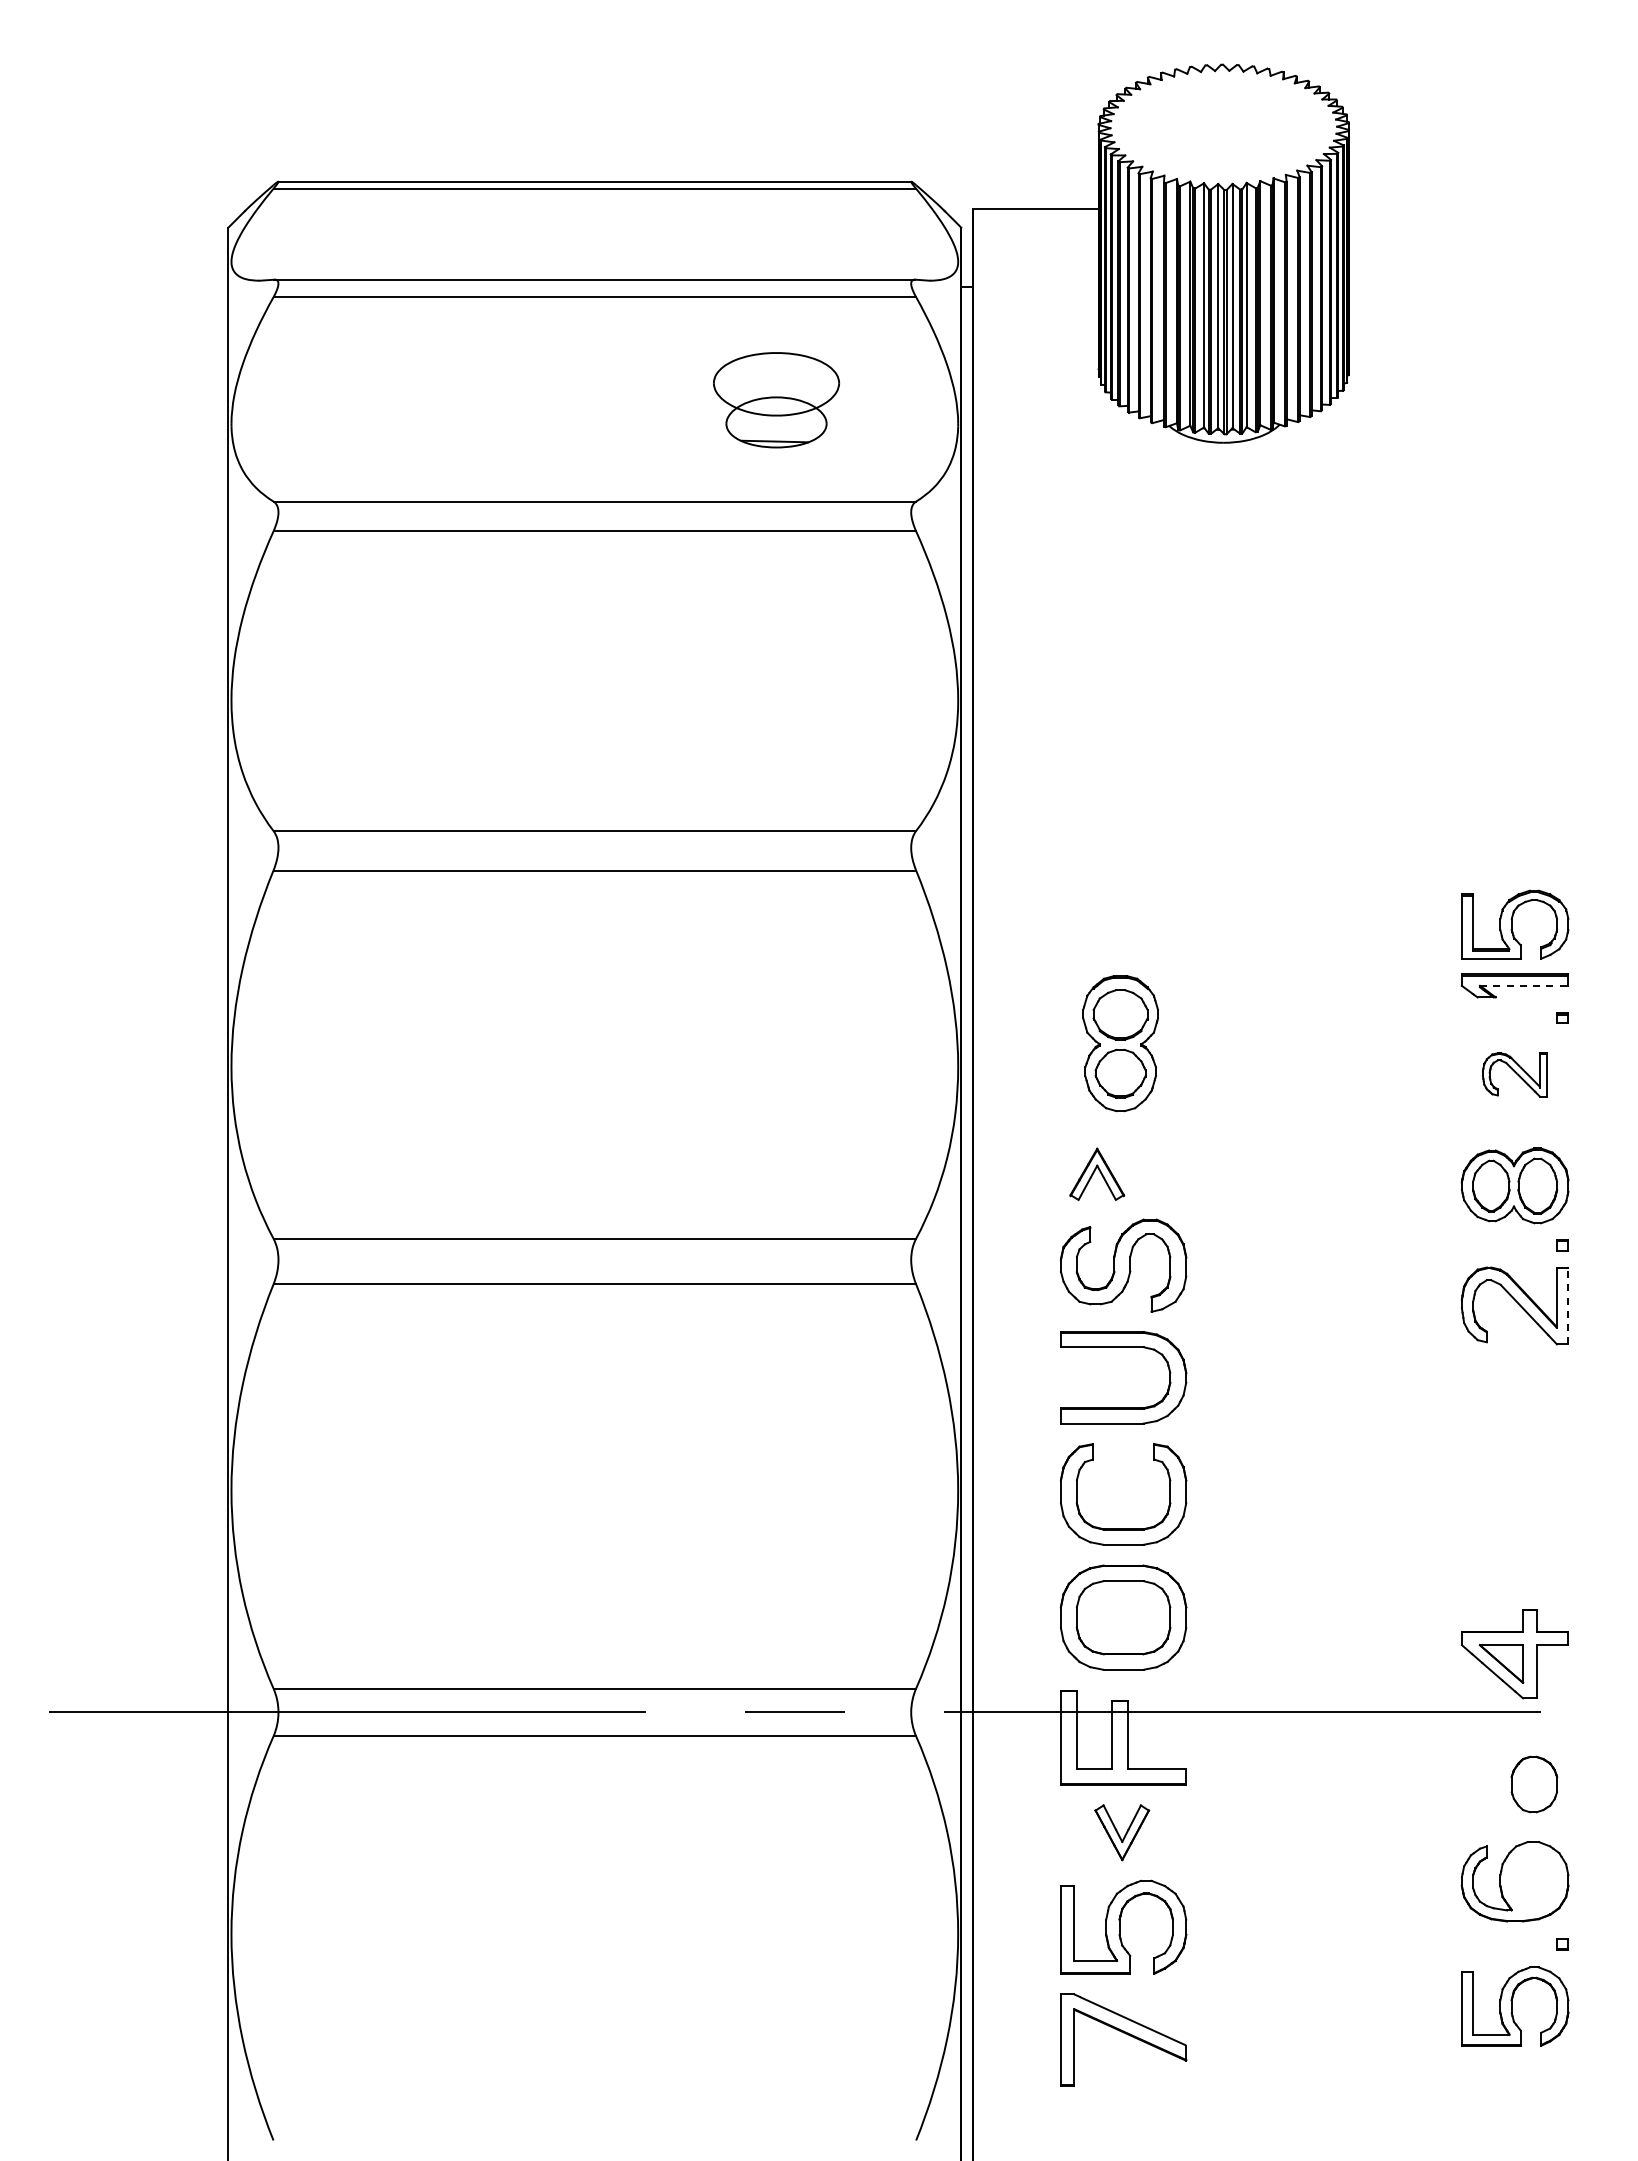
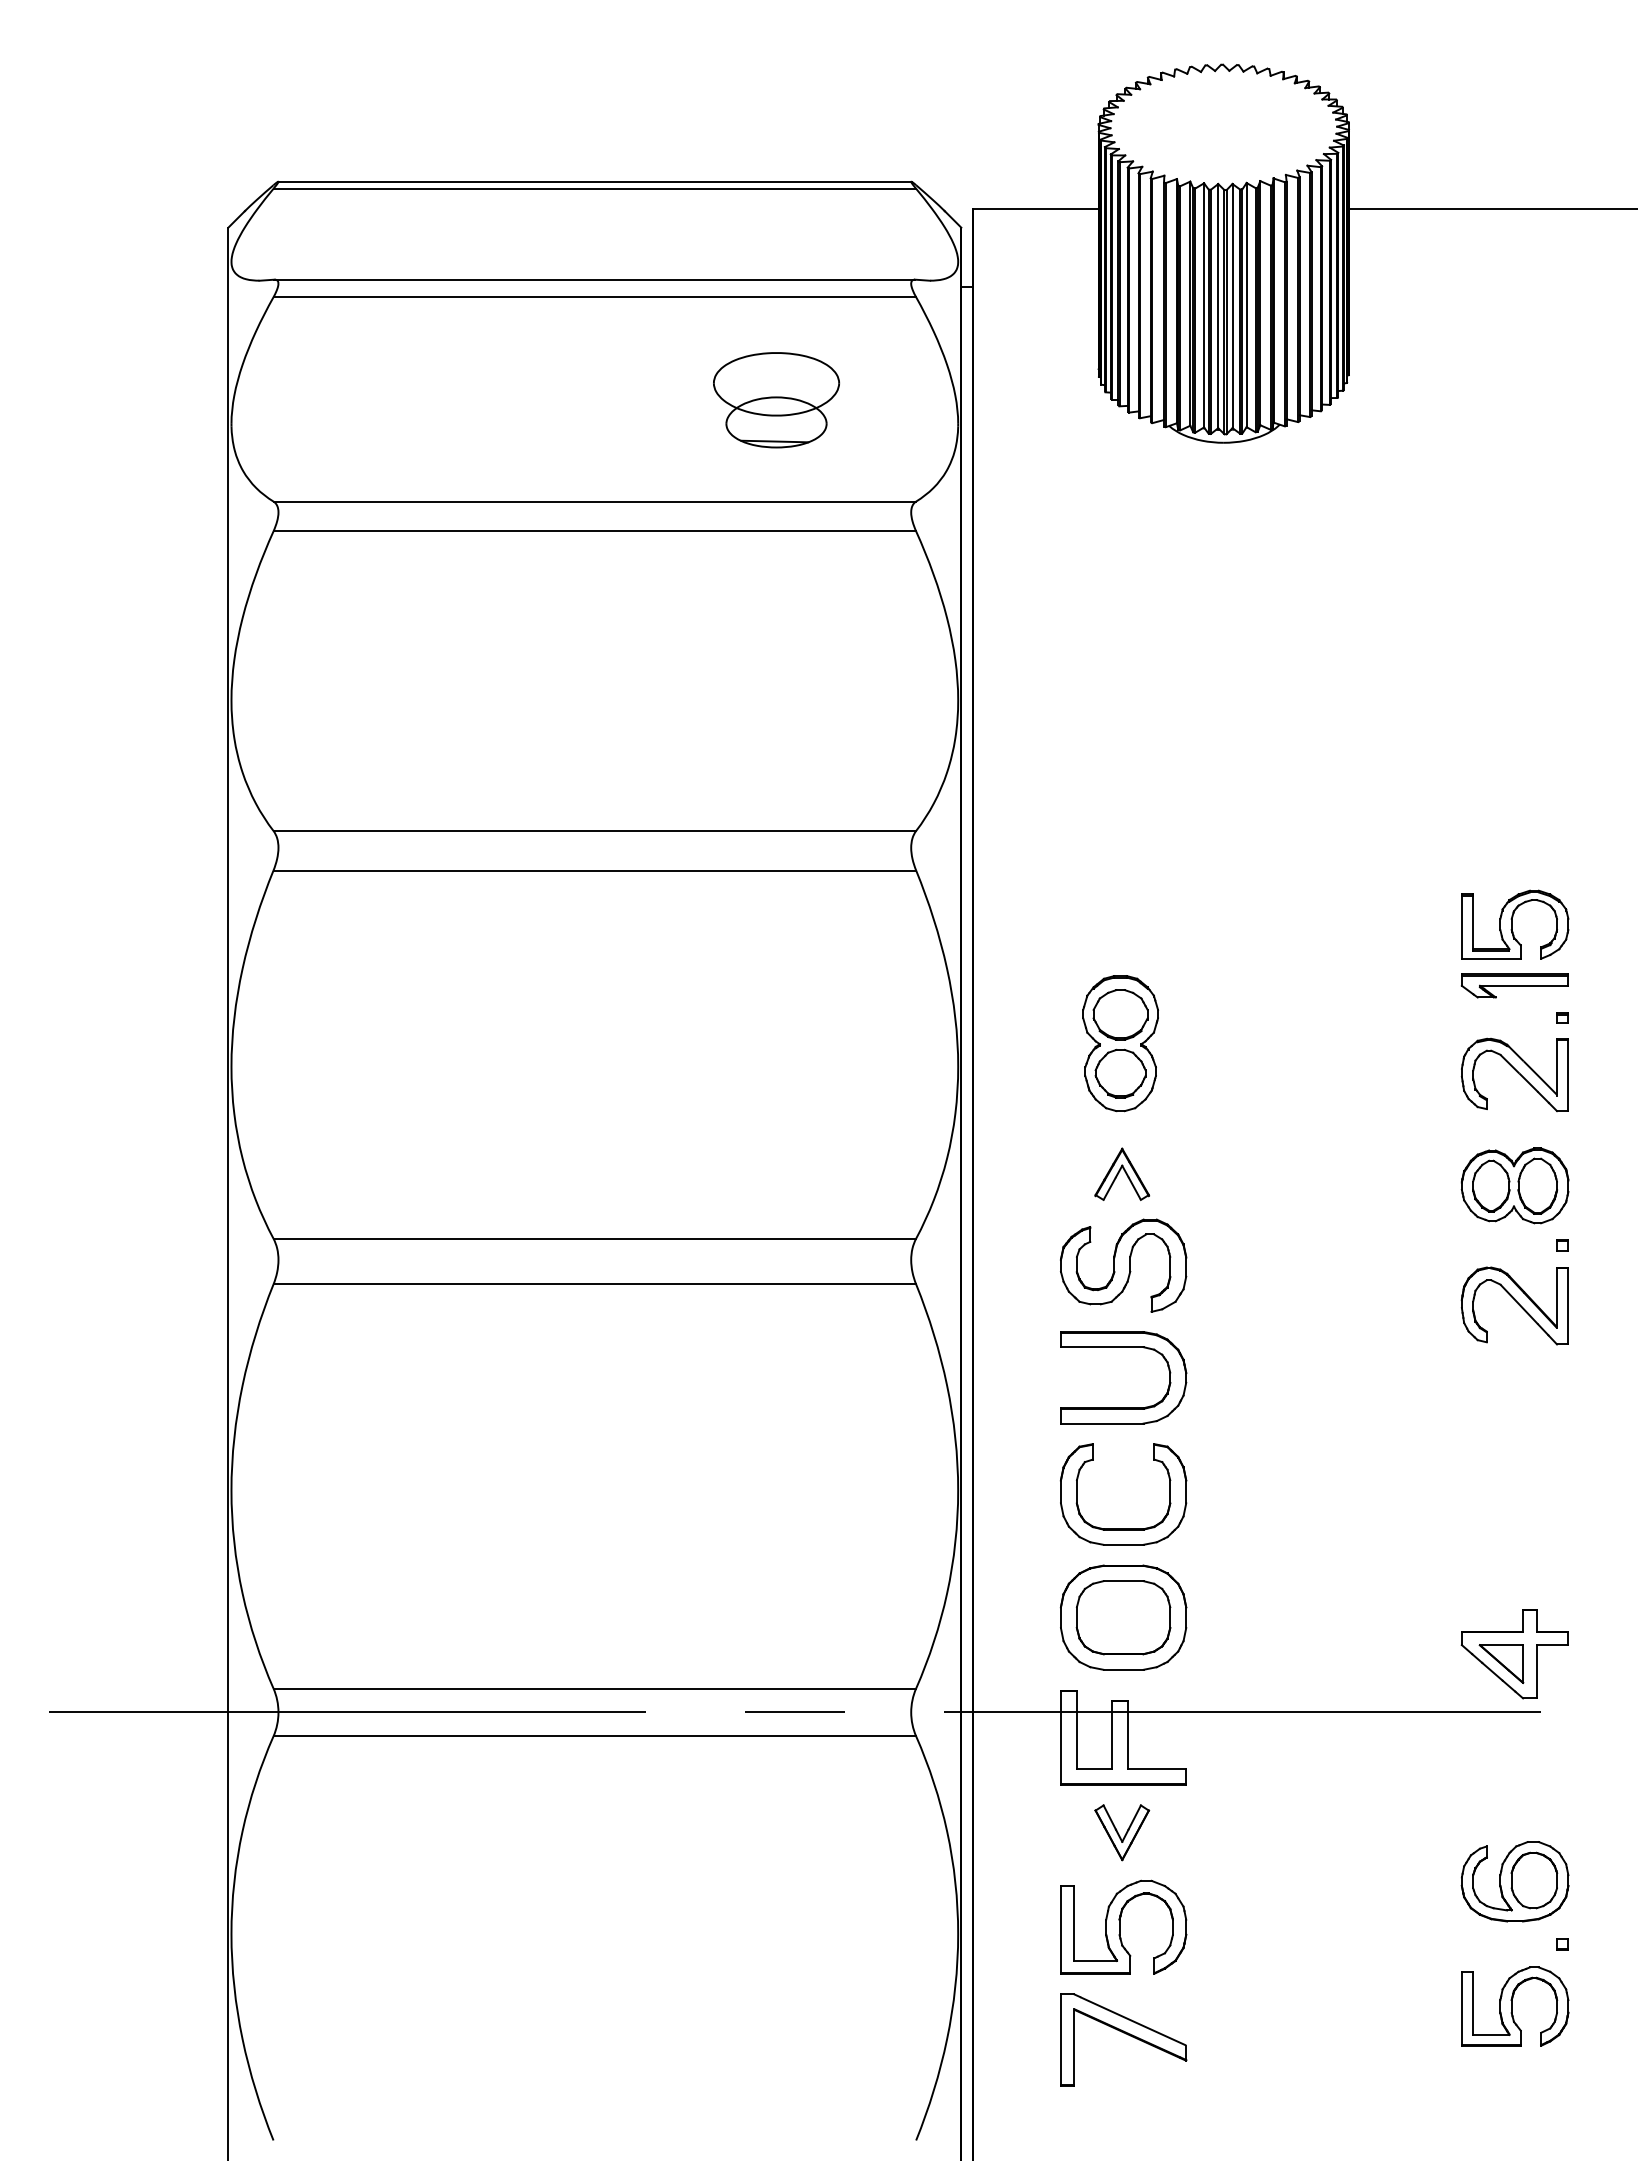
line at (1491, 208): none -> present
line at (1524, 985): dashed -> solid
part at (1514, 1074) size: 66x46 px -> 109x76 px
part at (1097, 1173) position: (1097, 1173) -> (1122, 1173)
line at (1568, 1305): dashed -> solid
part at (1534, 1784) position: (1534, 1784) -> (1534, 1880)
